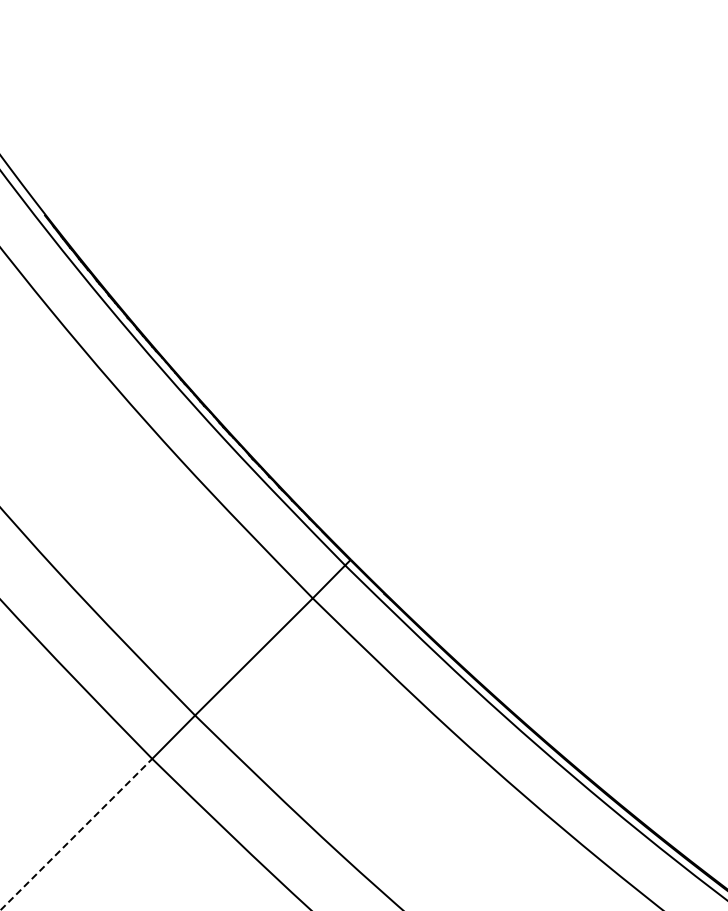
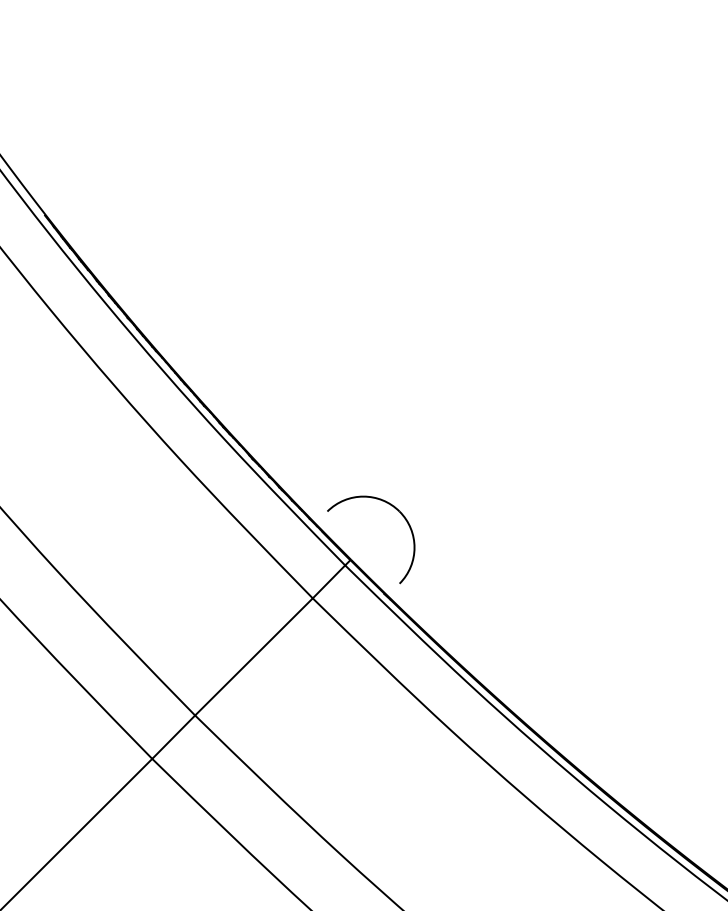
part at (395, 509): none -> present
line at (76, 834): dashed -> solid
